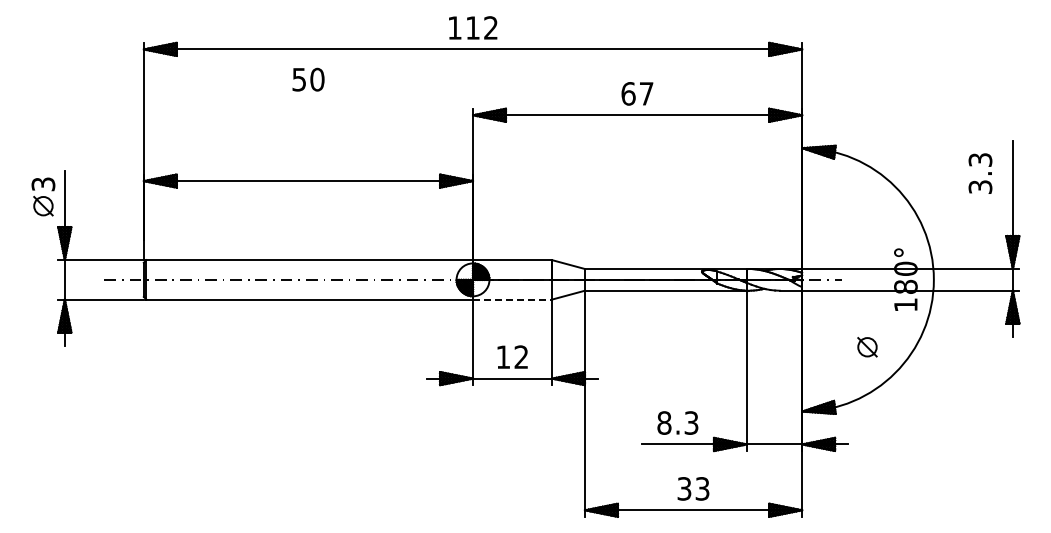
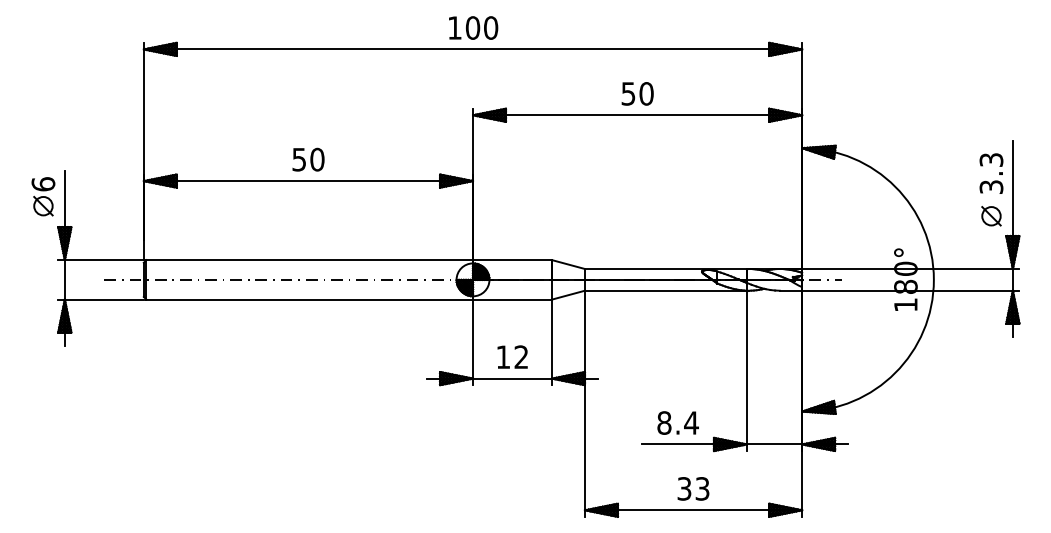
text at (481, 27): 112 -> 100
text at (308, 79) position: (308, 79) -> (308, 159)
text at (637, 93): 67 -> 50
text at (980, 173) position: (980, 173) -> (991, 173)
text at (43, 184): 3 -> 6
line at (512, 299): dashed -> solid
part at (867, 347) position: (867, 347) -> (991, 216)
text at (691, 422): 8.3 -> 8.4
